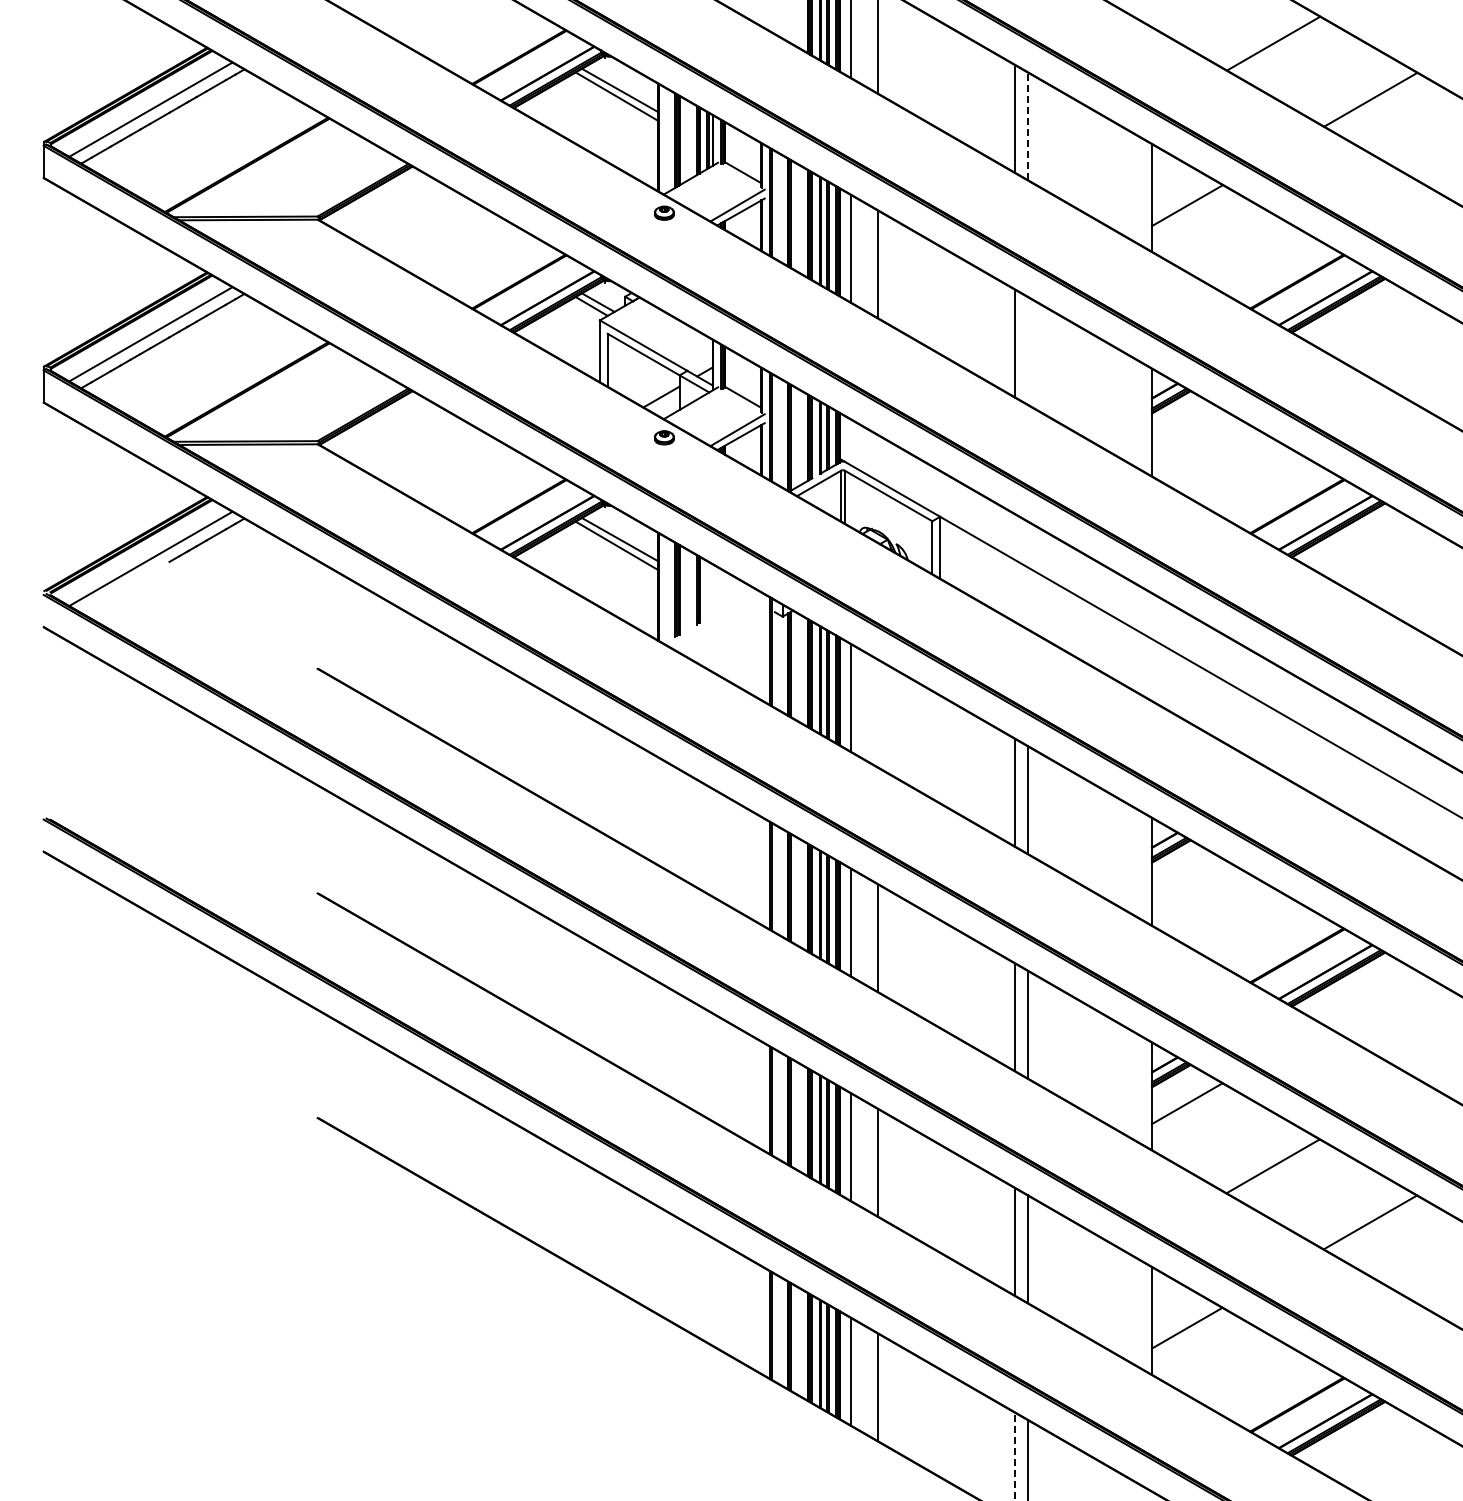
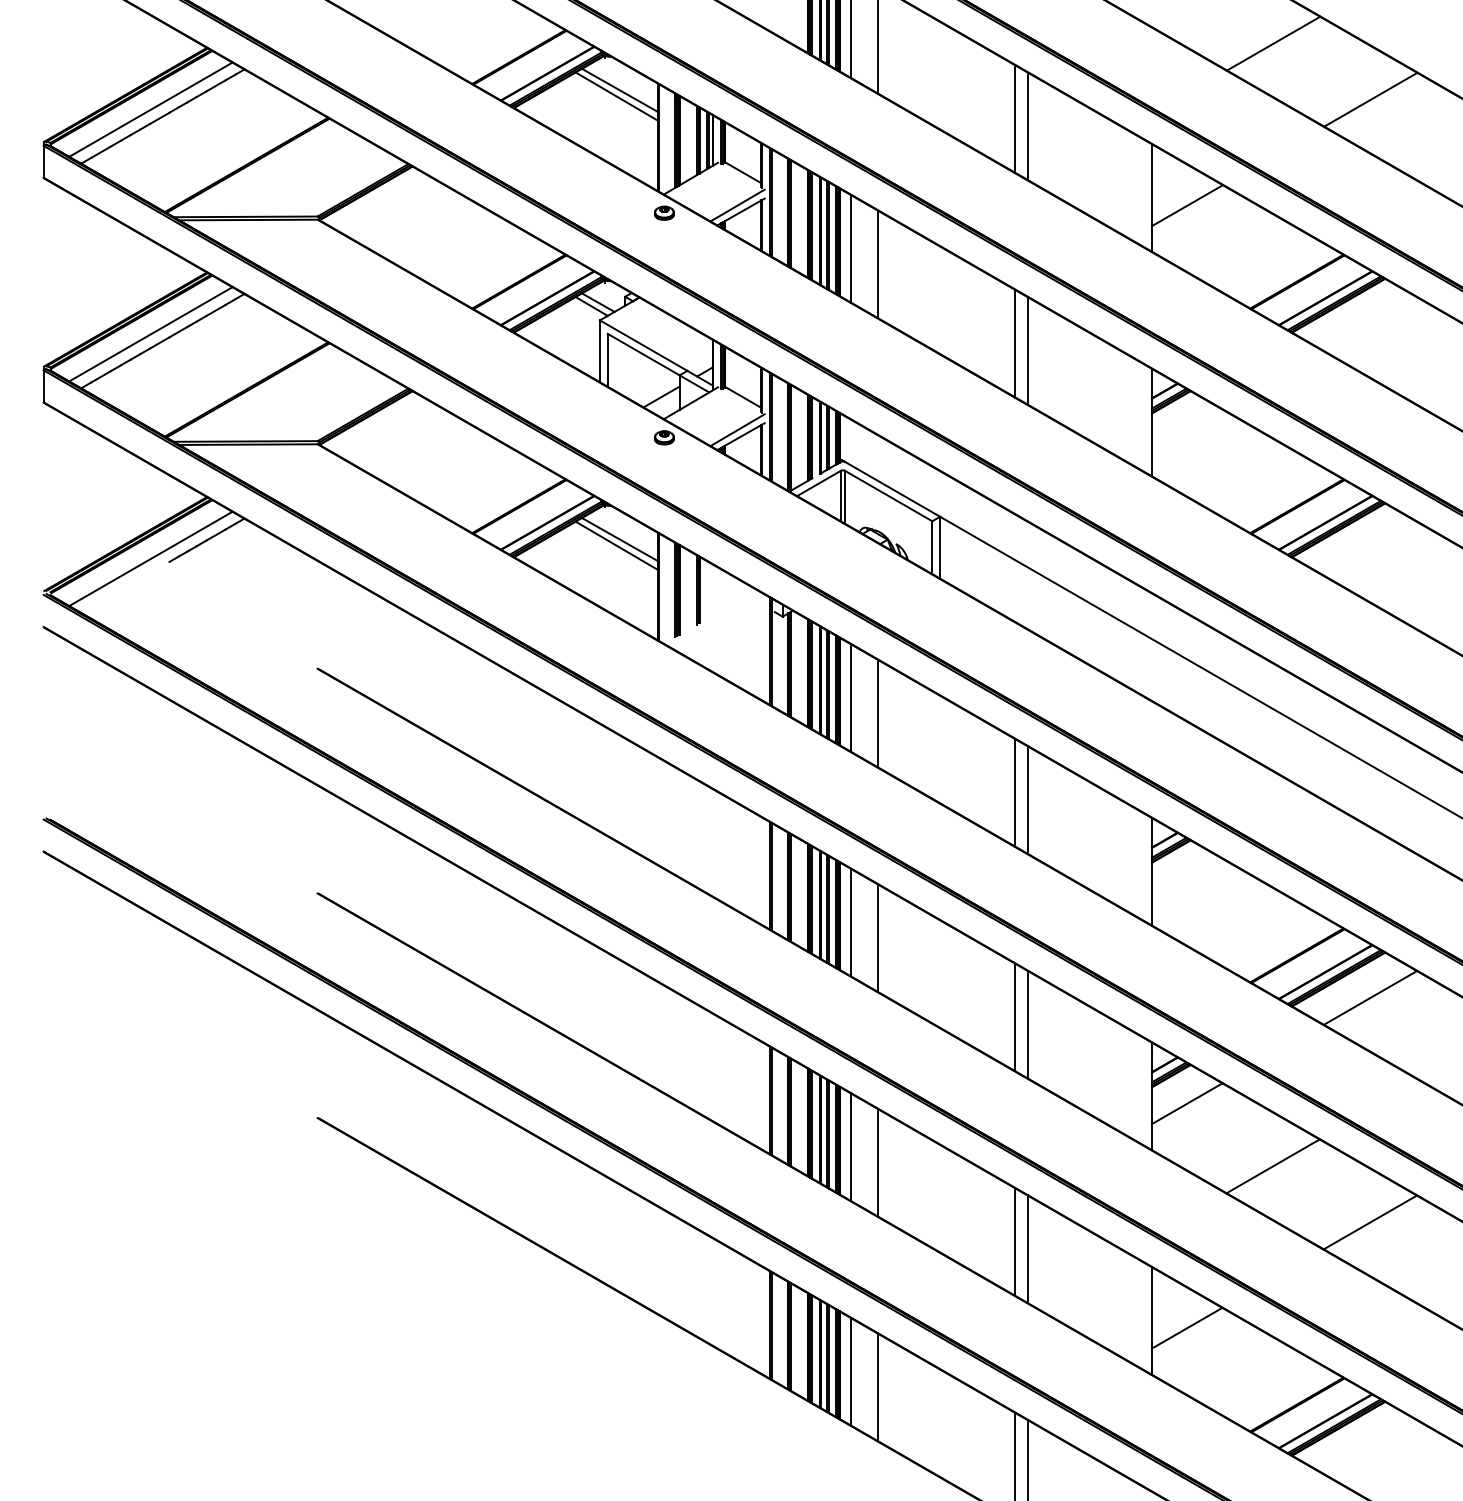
line at (1027, 126): dashed -> solid
line at (1027, 350): none -> present
line at (878, 713): none -> present
line at (1369, 997): none -> present
line at (1015, 1456): dashed -> solid
